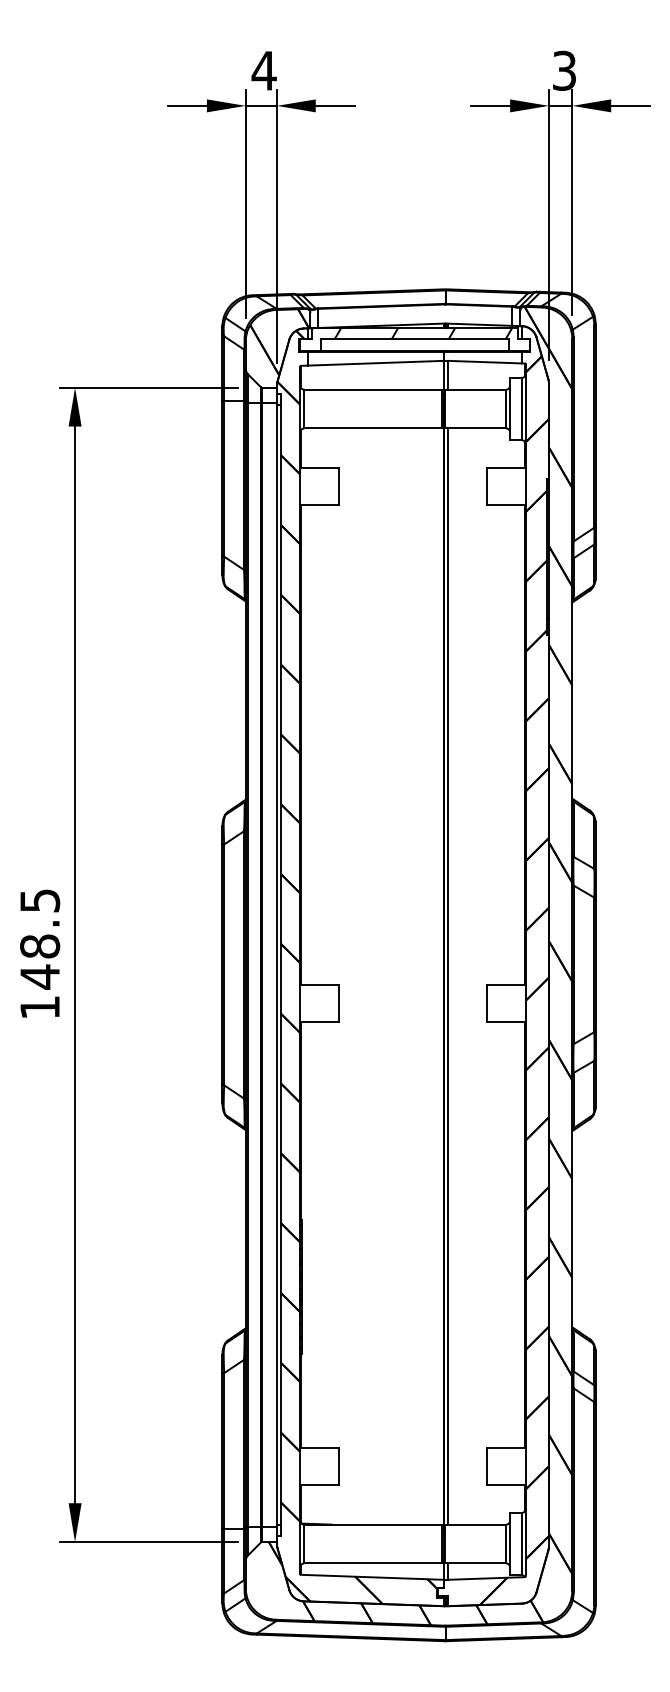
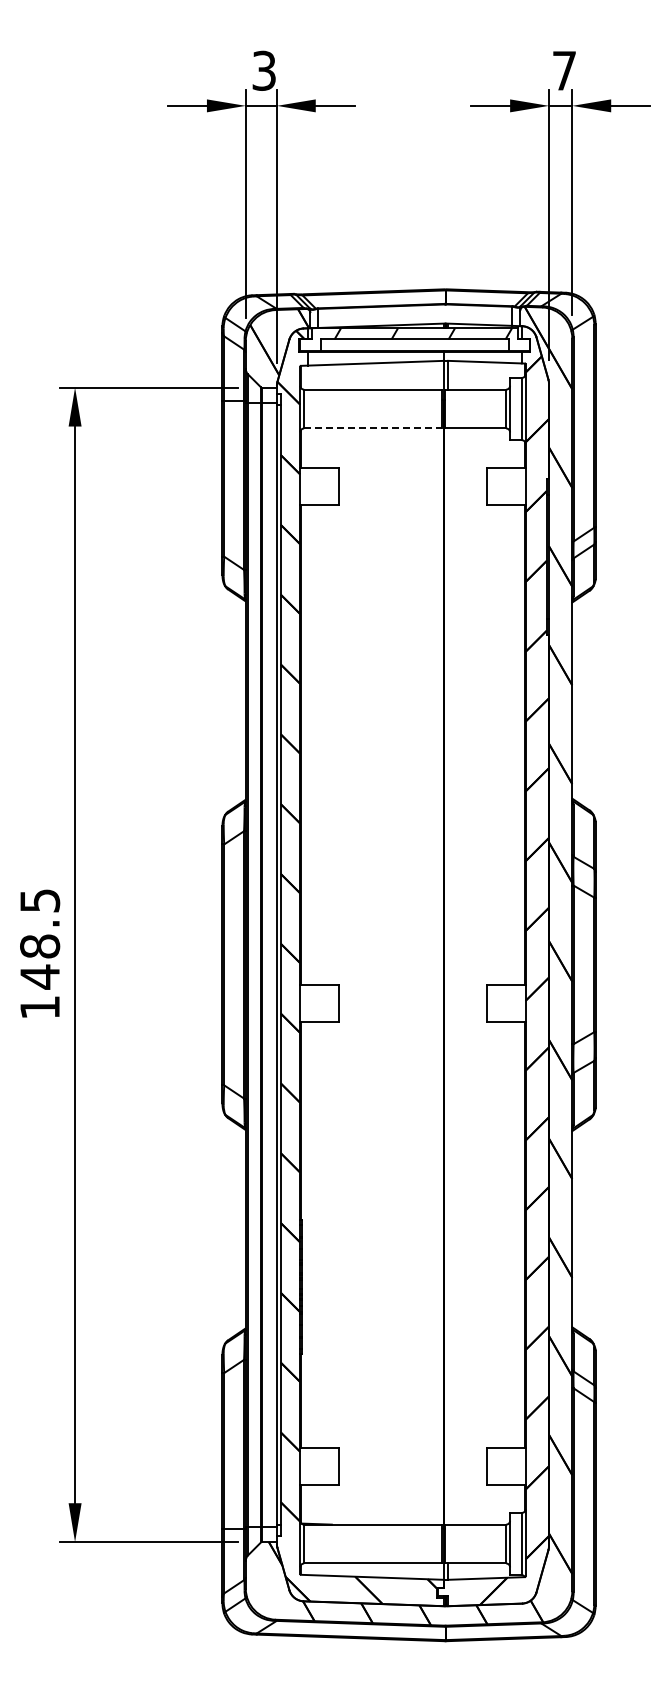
text at (263, 70): 4 -> 3
text at (564, 70): 3 -> 7
line at (373, 428): solid -> dashed
line at (447, 976): present -> none
